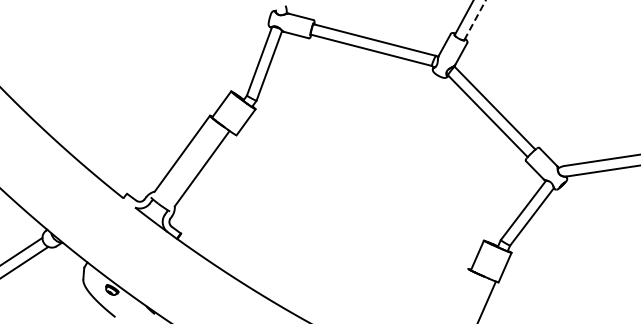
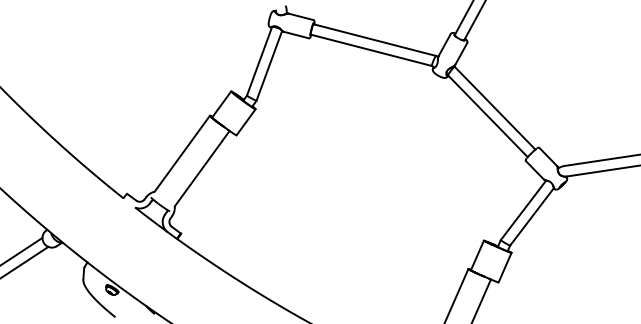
line at (475, 19): dashed -> solid
line at (456, 294): none -> present
line at (487, 300) position: (487, 300) -> (481, 299)
